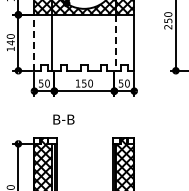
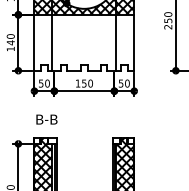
line at (34, 42): dashed -> solid
line at (116, 42): dashed -> solid
text at (63, 119) position: (63, 119) -> (46, 119)
